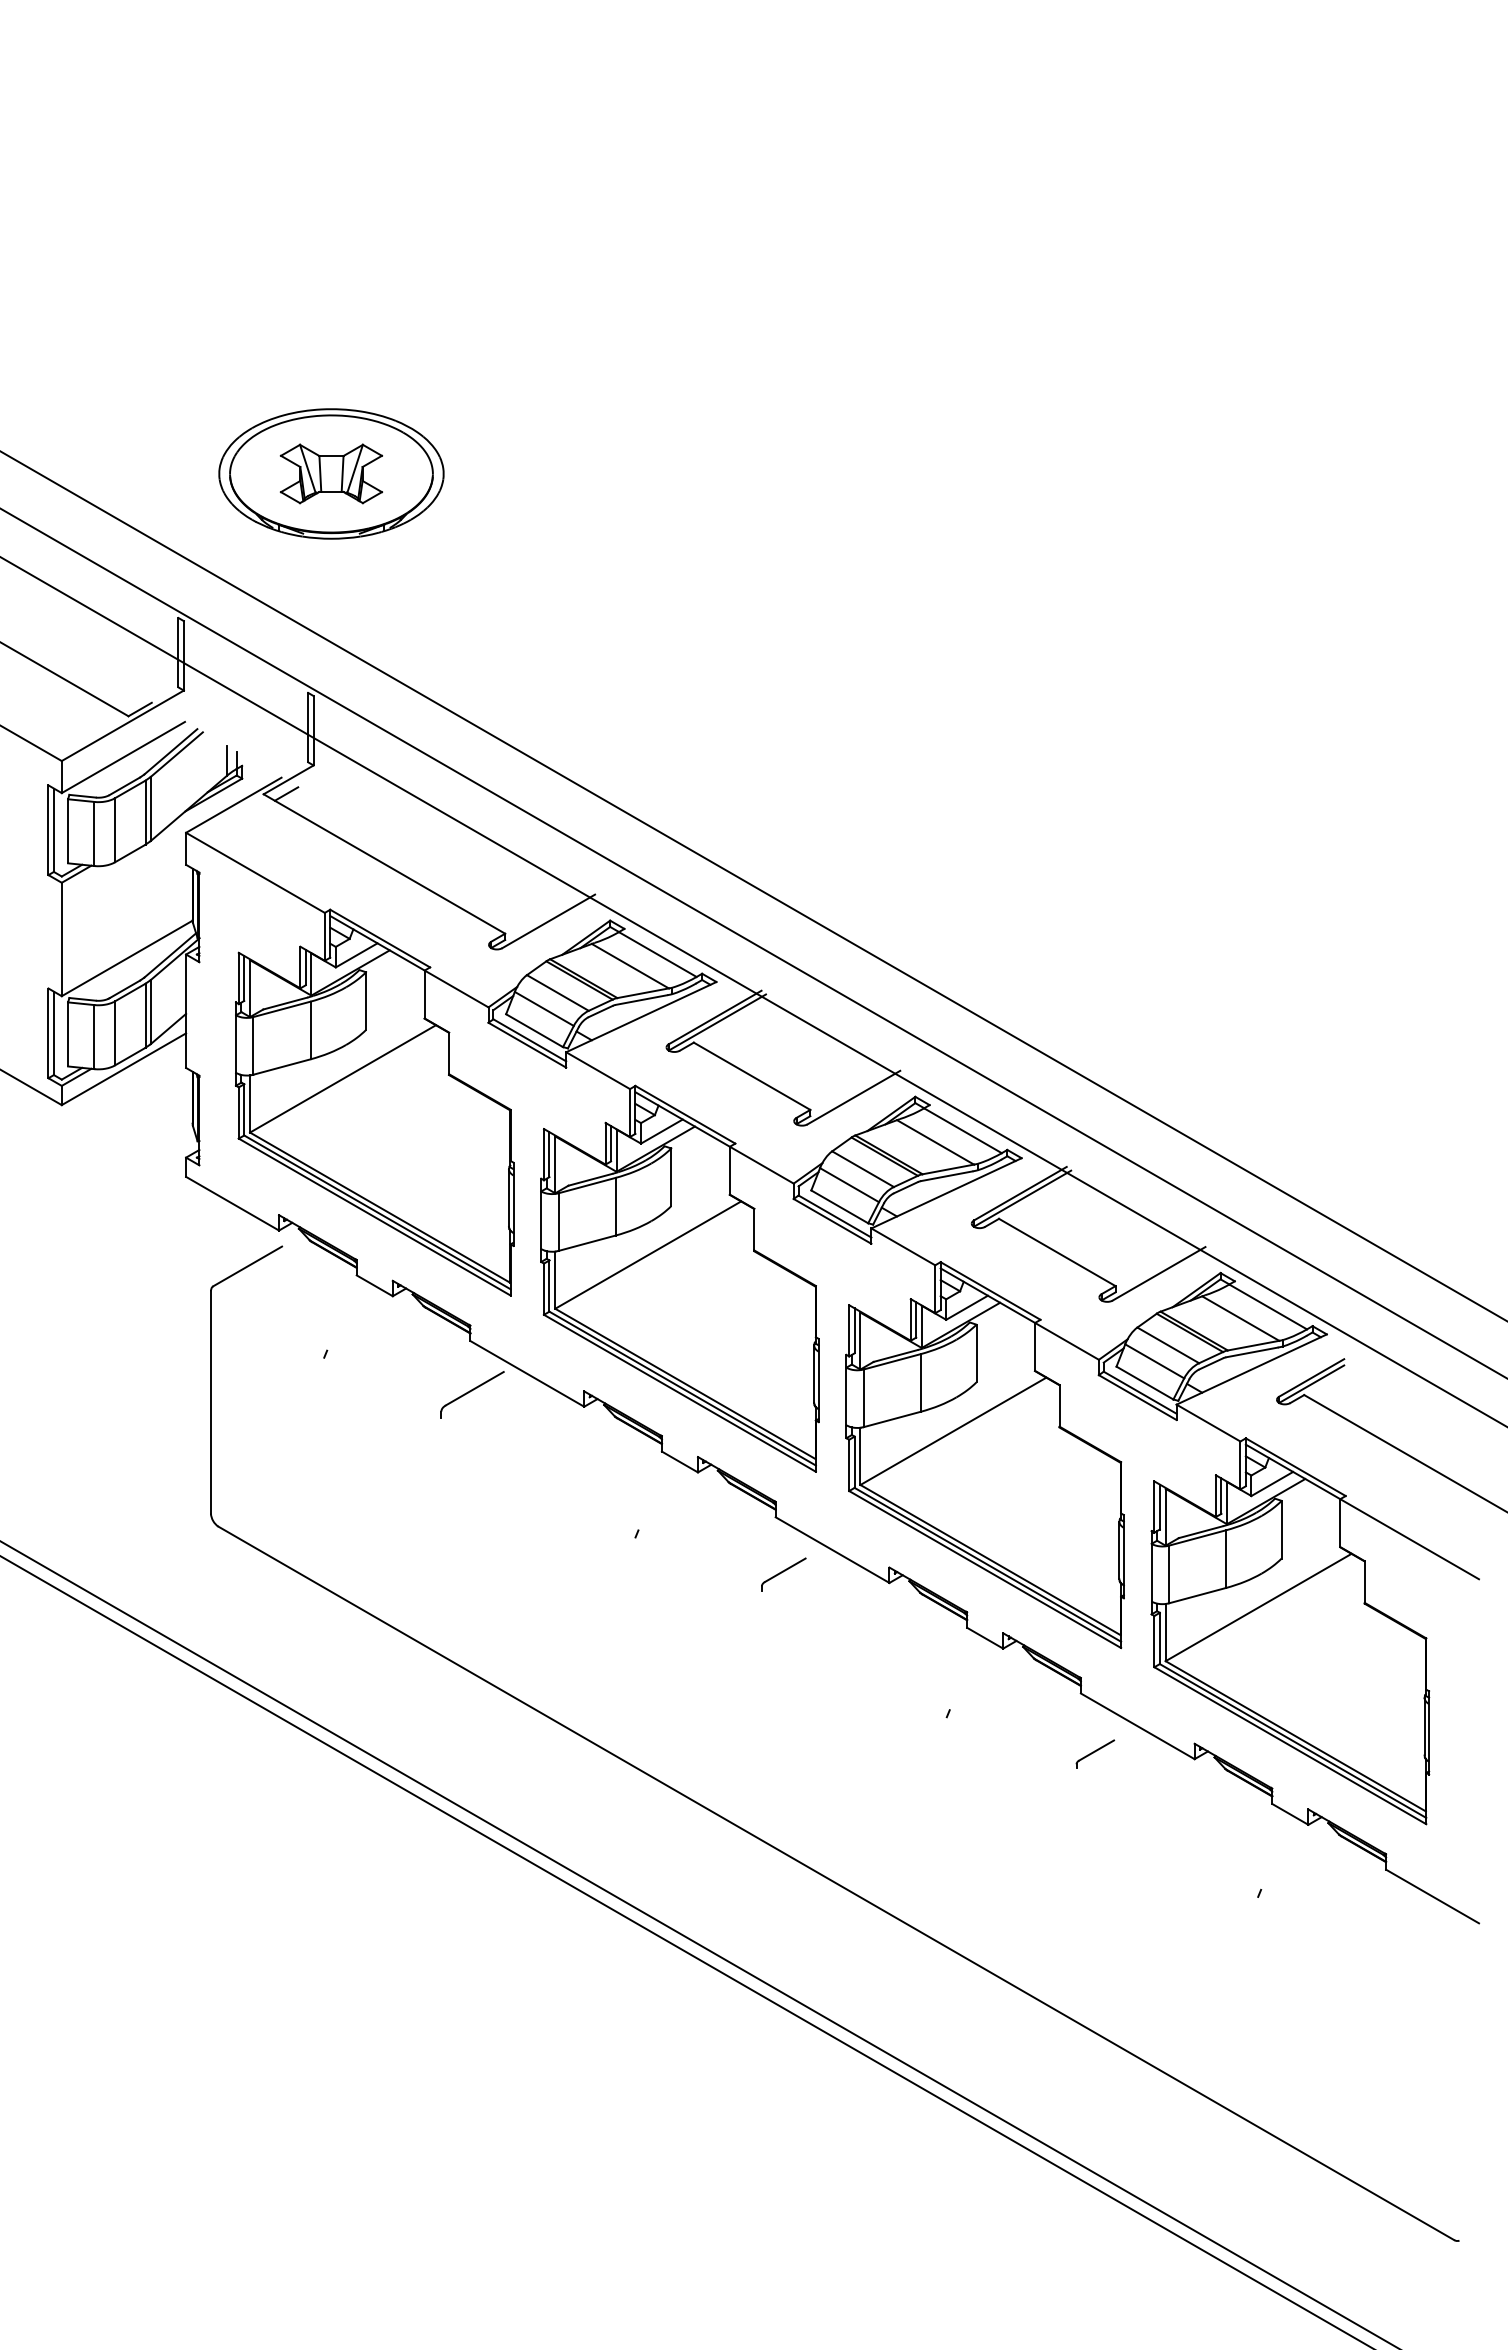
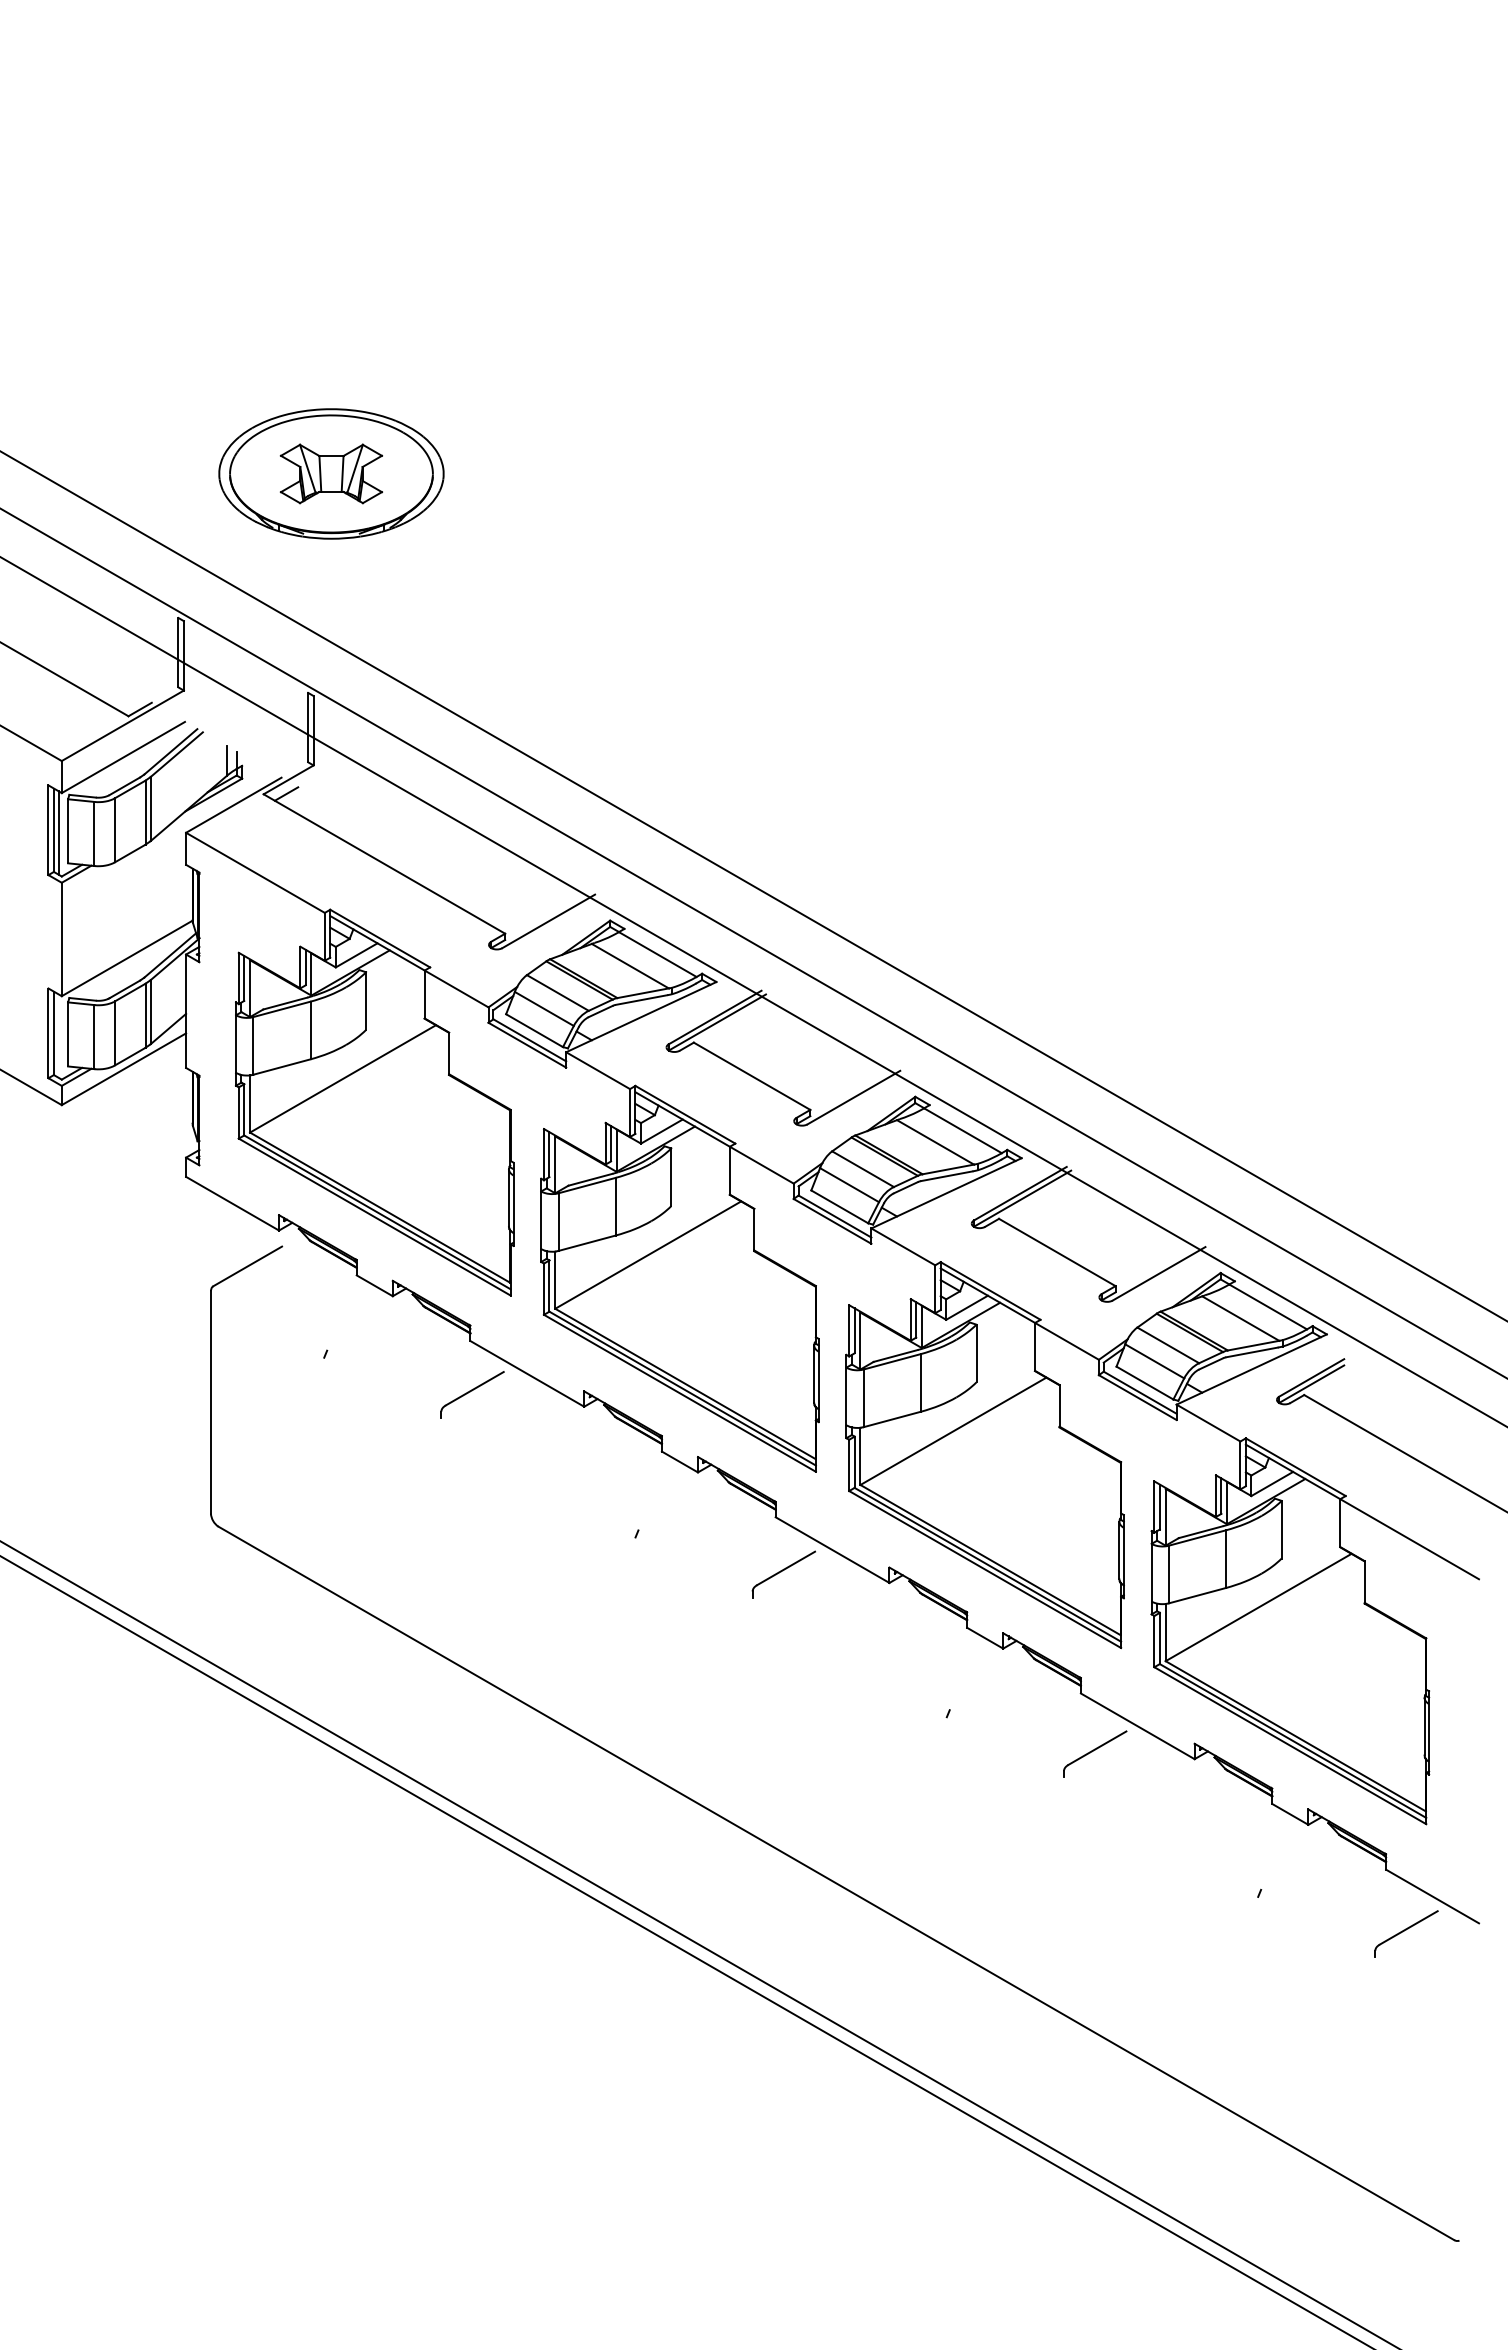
line at (58, 832): none -> present
part at (783, 1574) size: 46x35 px -> 65x49 px
part at (1095, 1753) size: 41x30 px -> 65x48 px
part at (1406, 1933): none -> present
